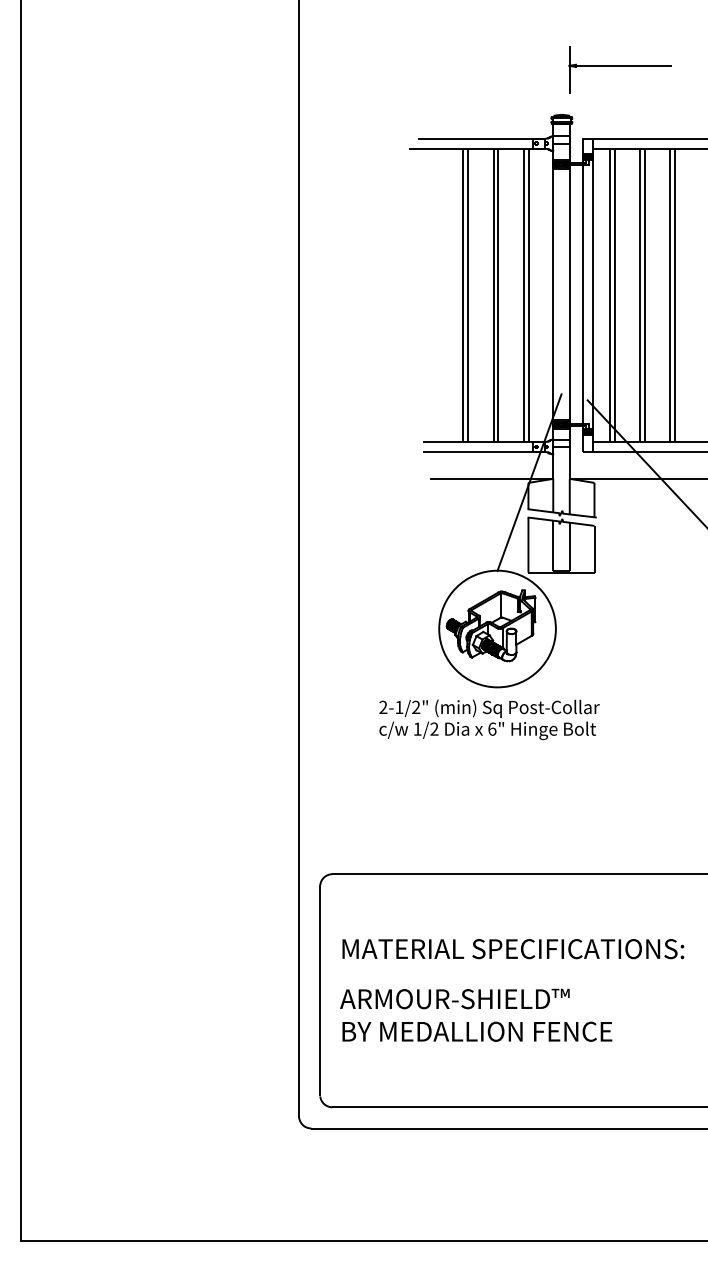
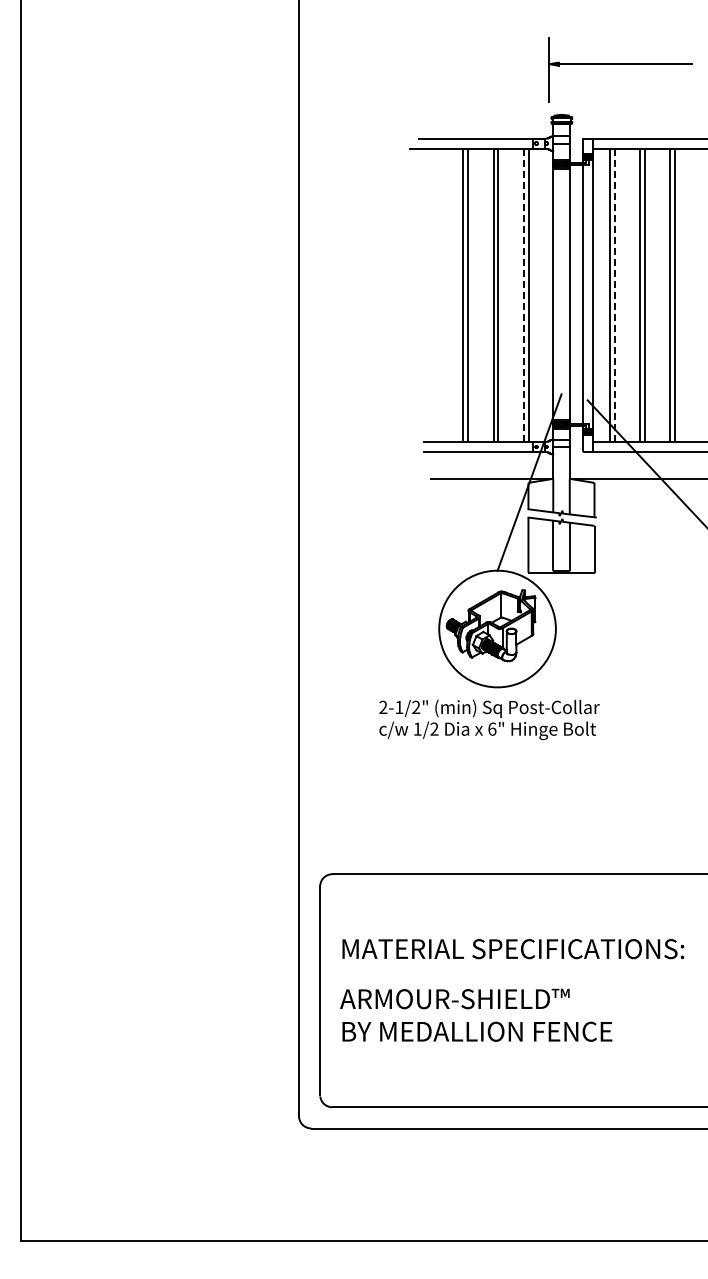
part at (619, 69) size: 104x48 px -> 145x66 px
line at (523, 295): solid -> dashed
line at (614, 295): solid -> dashed
